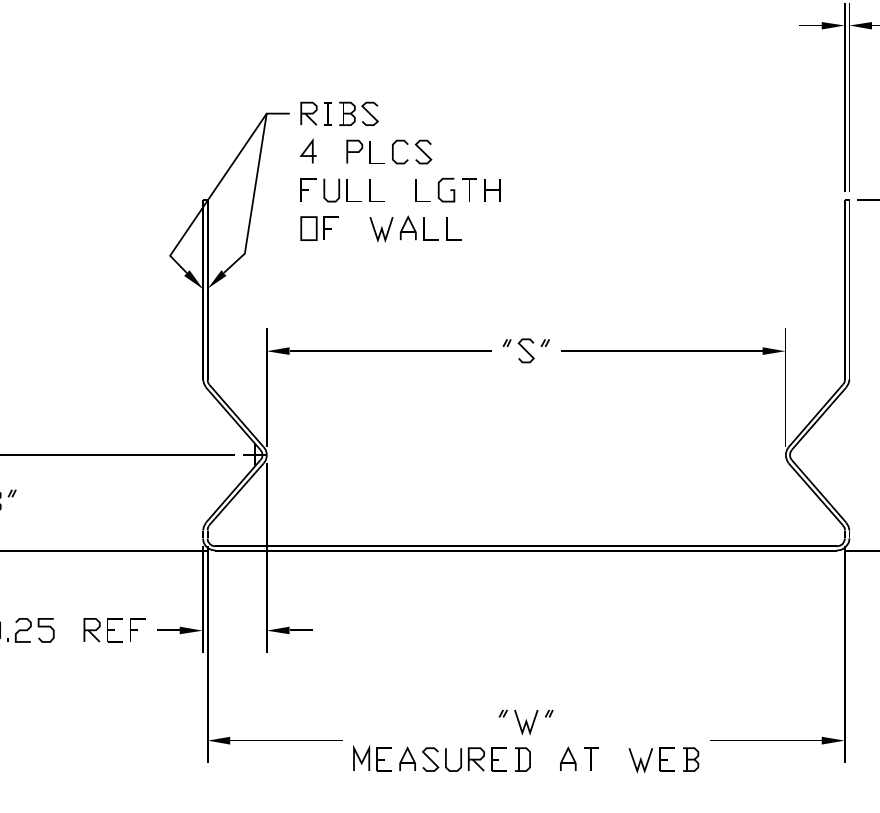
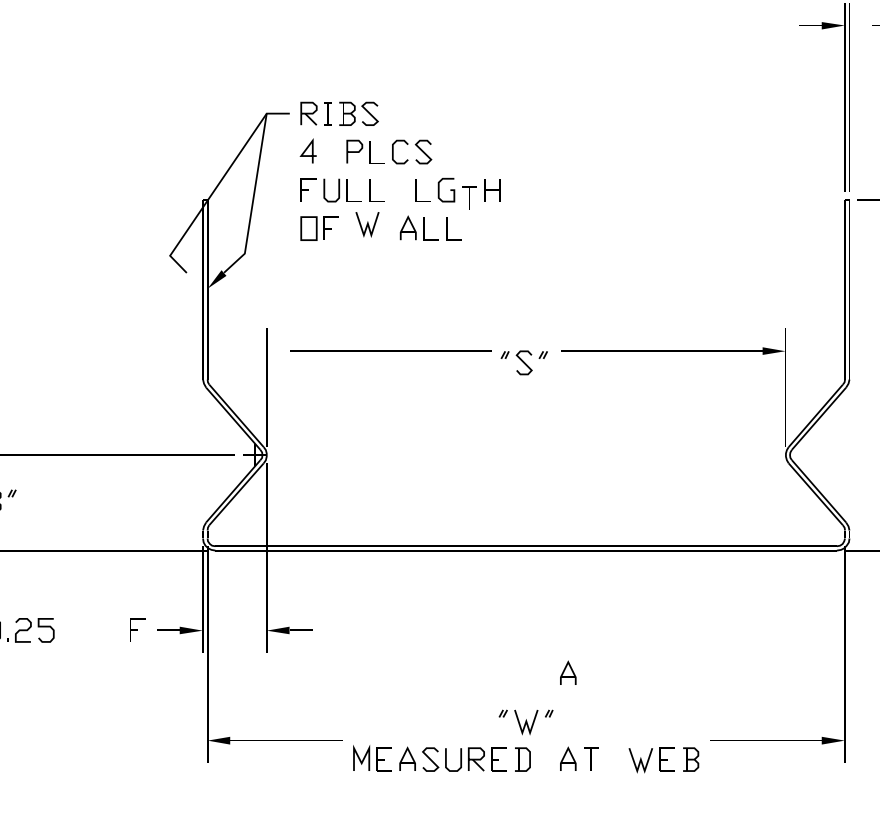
fill at (860, 25): present -> none
part at (469, 189) position: (469, 189) -> (469, 197)
line at (381, 229) position: (381, 229) -> (367, 224)
fill at (193, 279): present -> none
fill at (277, 350): present -> none
part at (525, 350) position: (525, 350) -> (523, 362)
part at (102, 630): present -> none
part at (568, 672): none -> present
